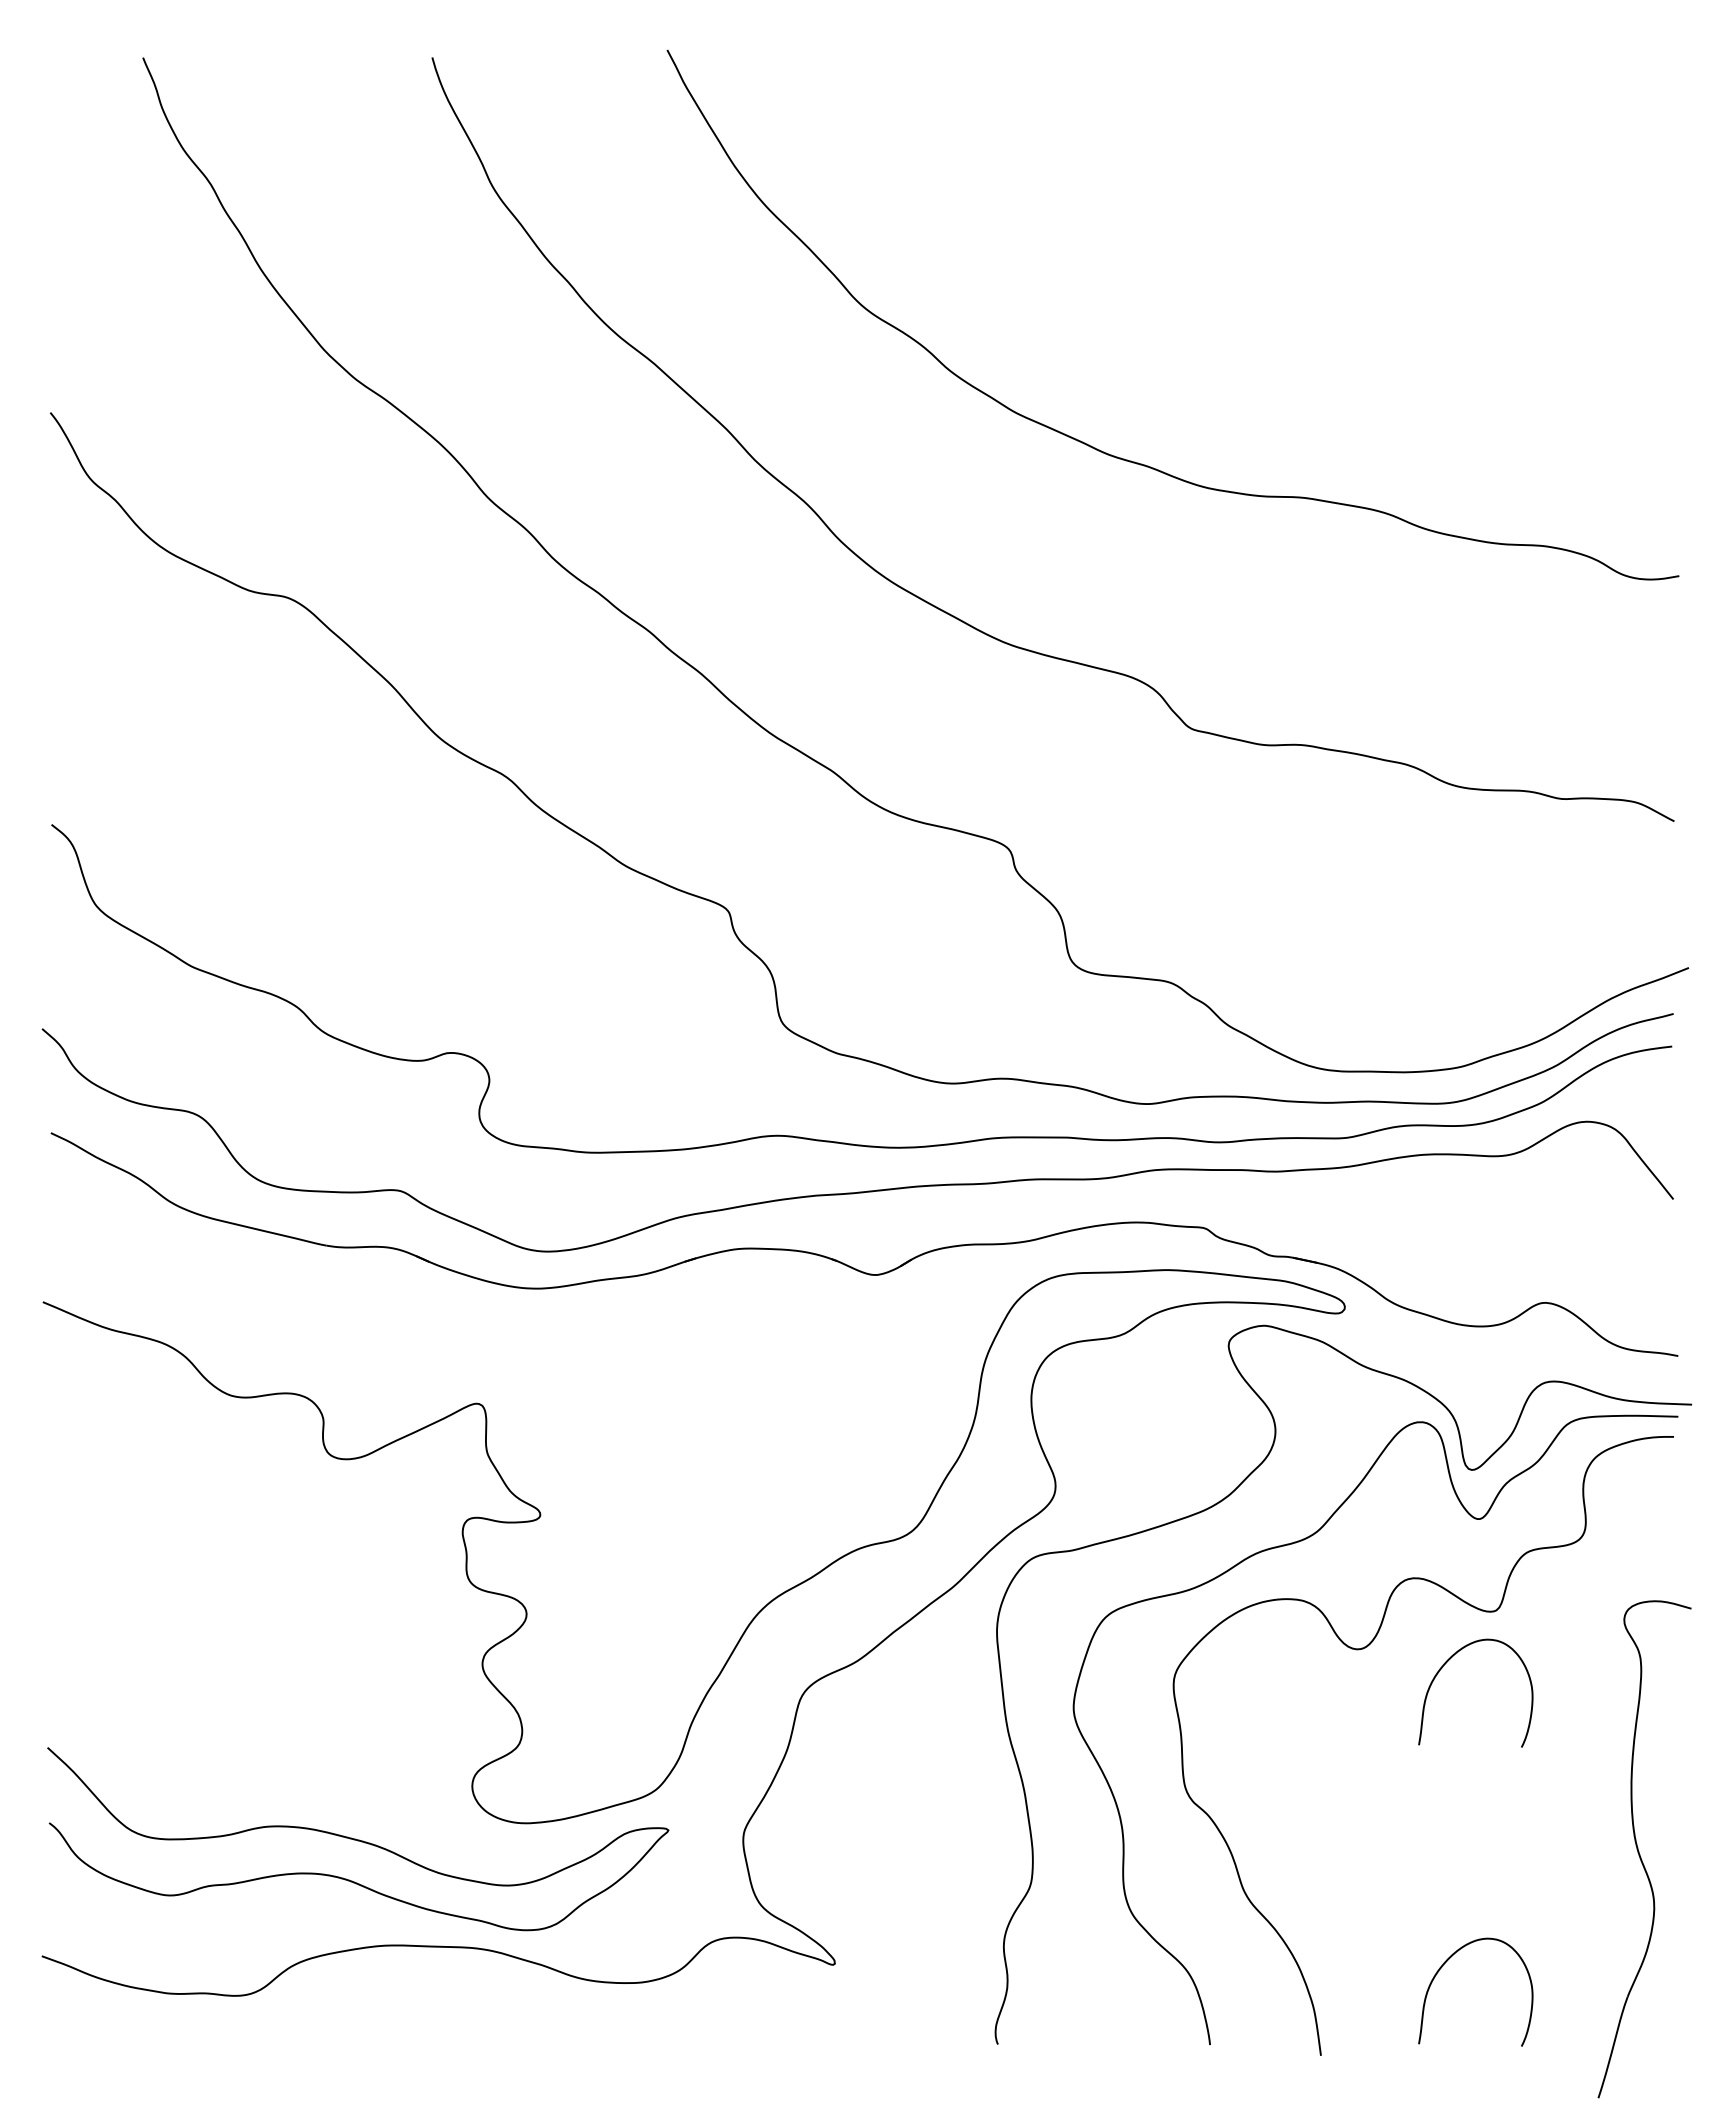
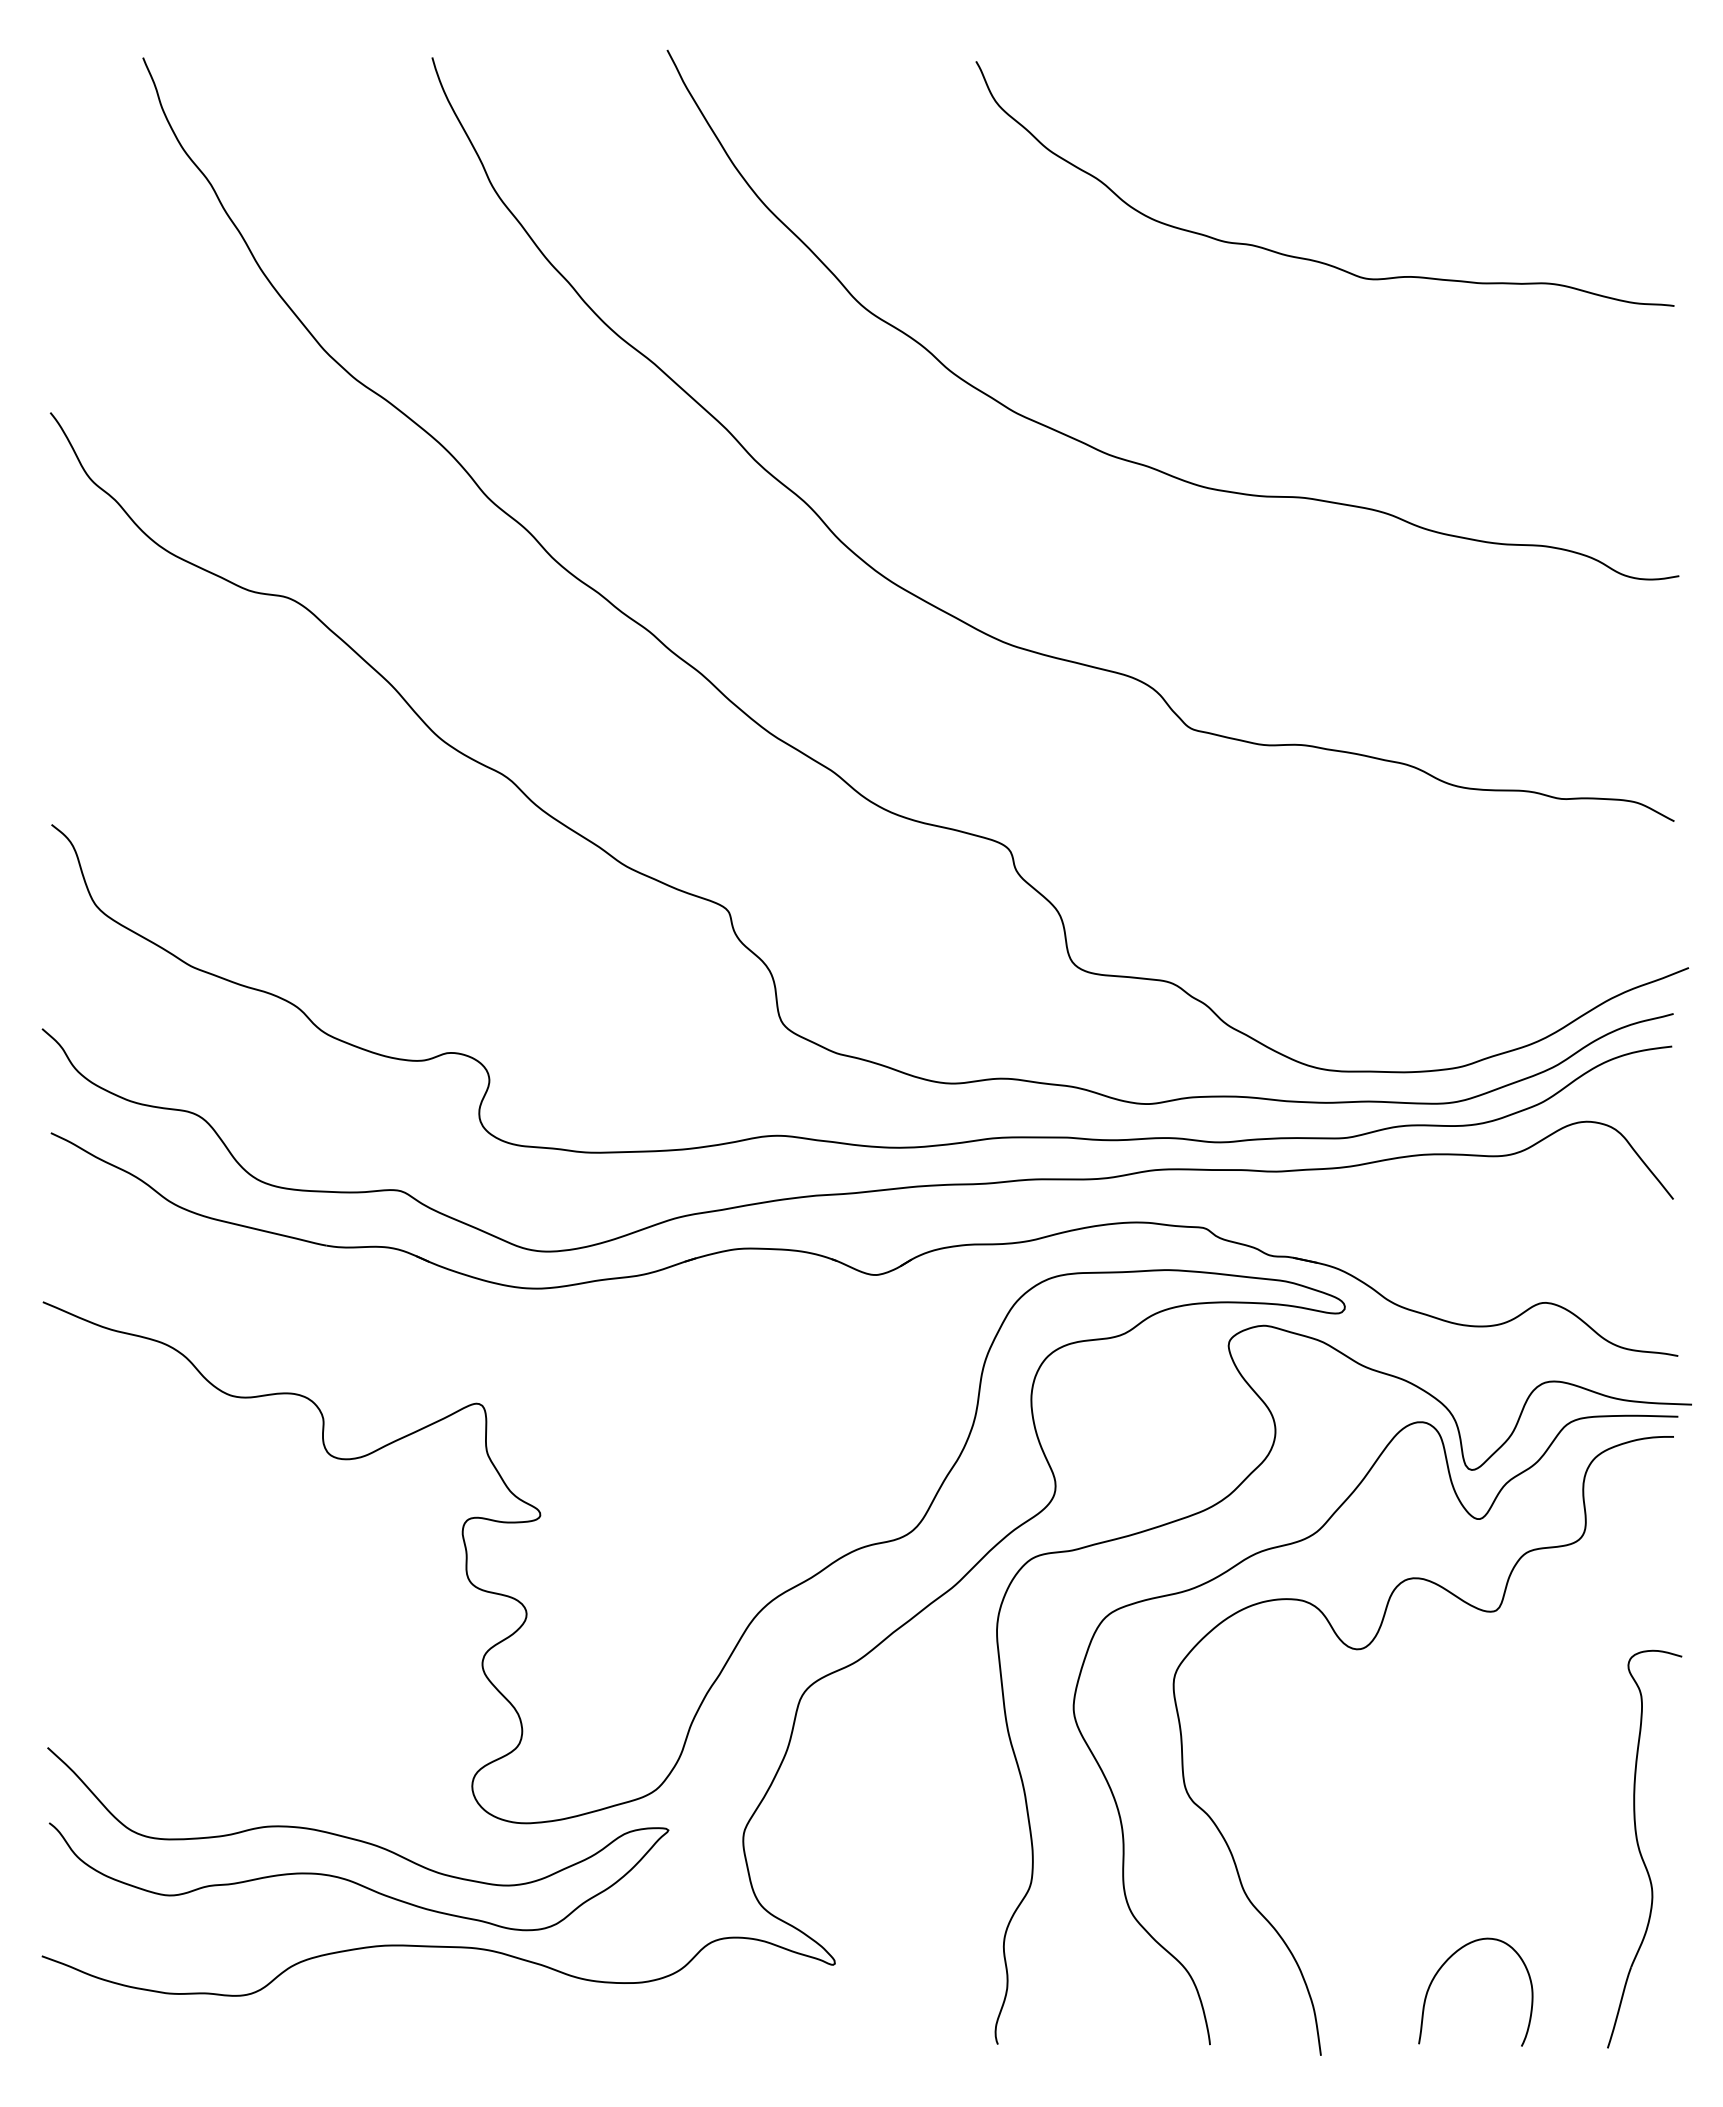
curve at (1309, 258): none -> present
curve at (1442, 1668): present -> none
part at (1644, 1849) size: 95x499 px -> 76x400 px
